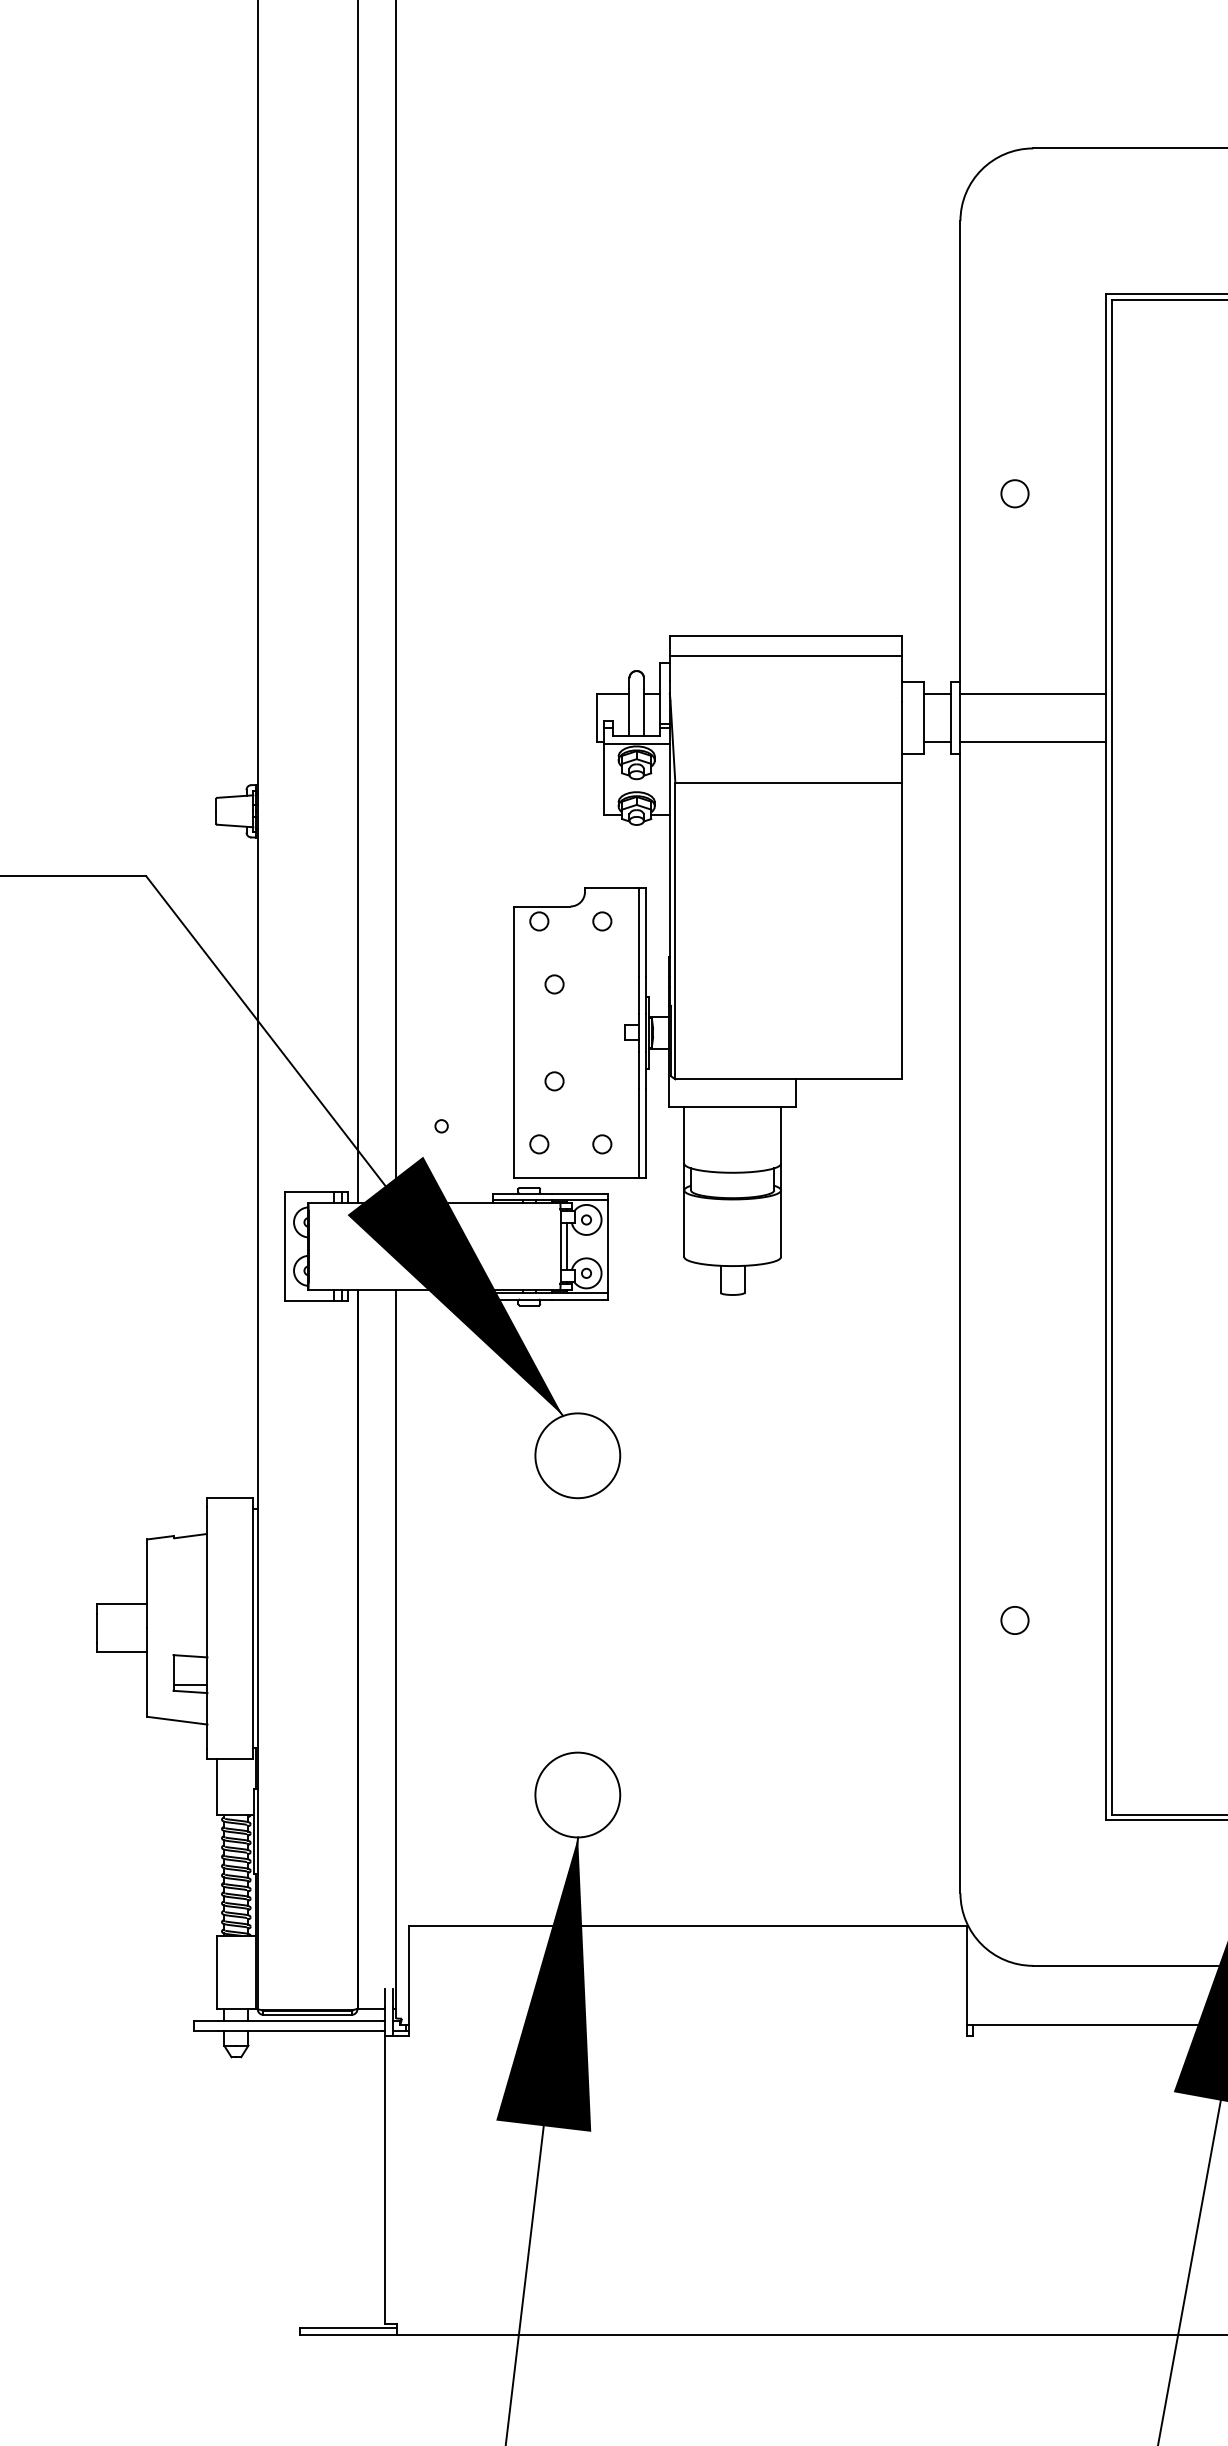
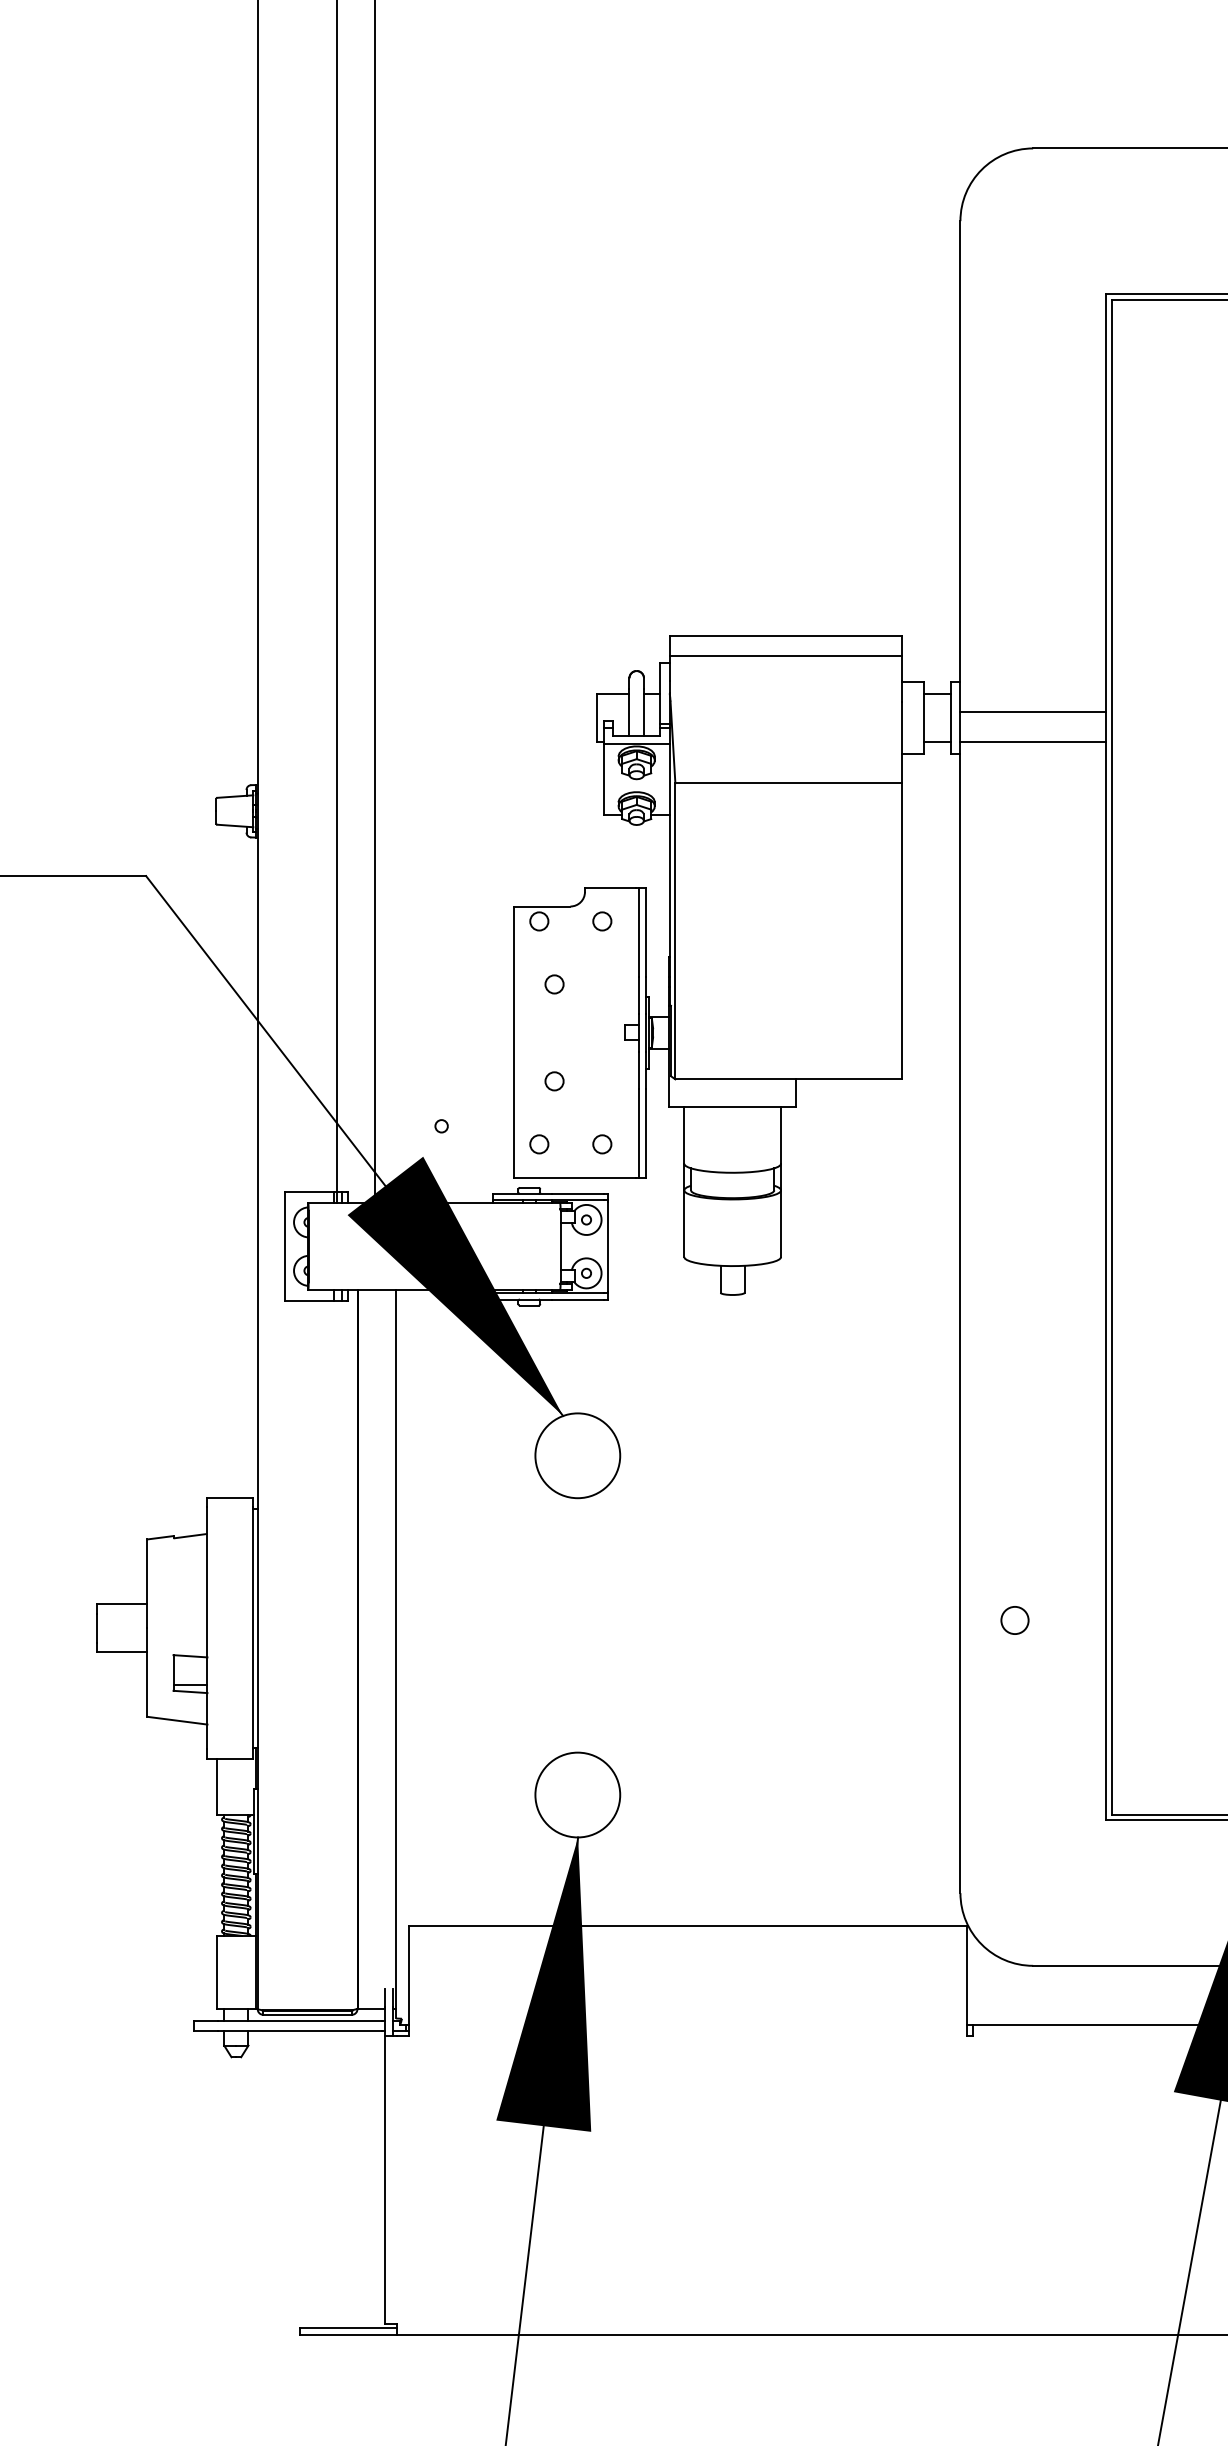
circle at (1014, 493): present -> none
line at (357, 602) position: (357, 602) -> (336, 602)
line at (396, 602) position: (396, 602) -> (375, 602)
line at (1032, 693) position: (1032, 693) -> (1032, 711)
line at (567, 1246): present -> none
